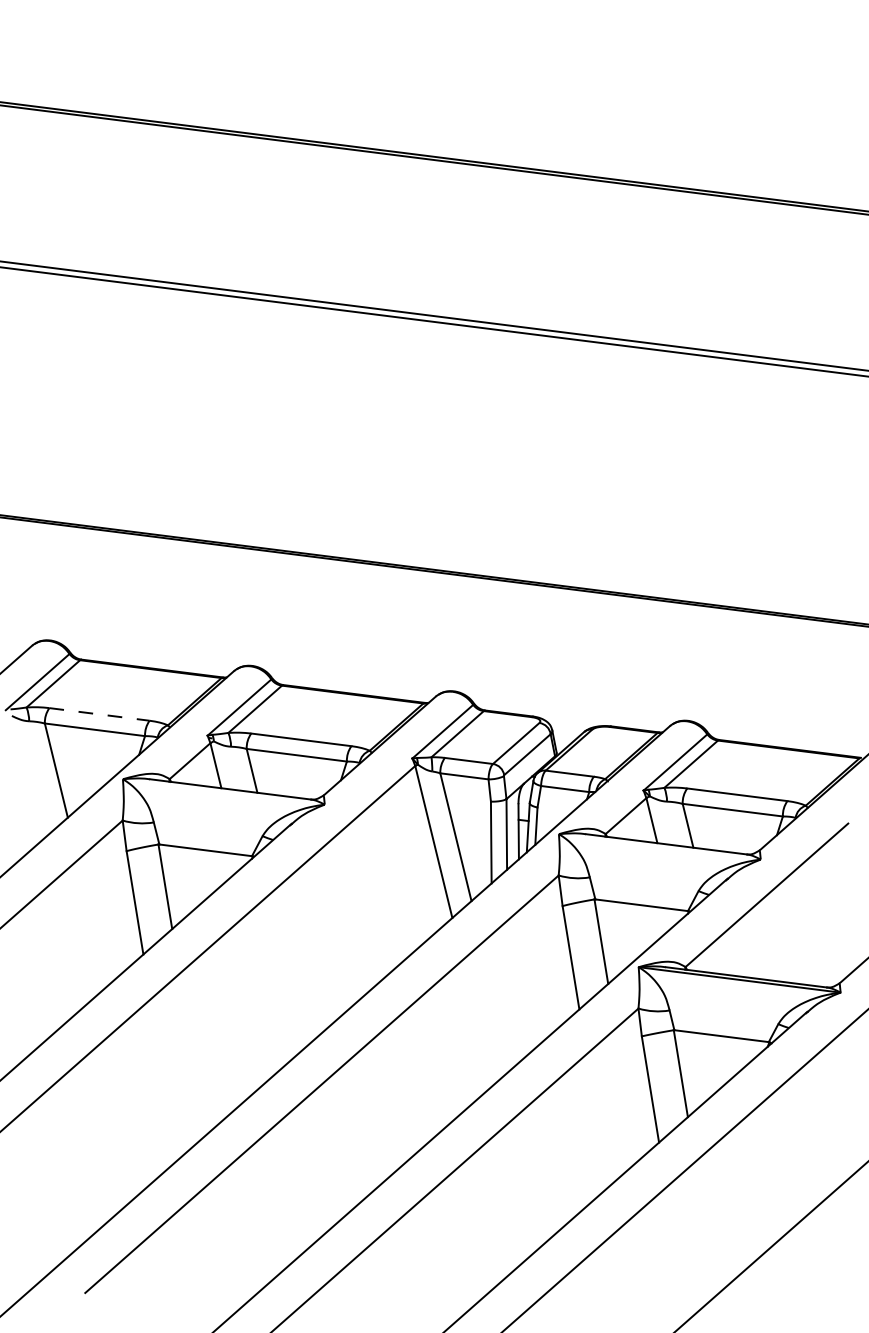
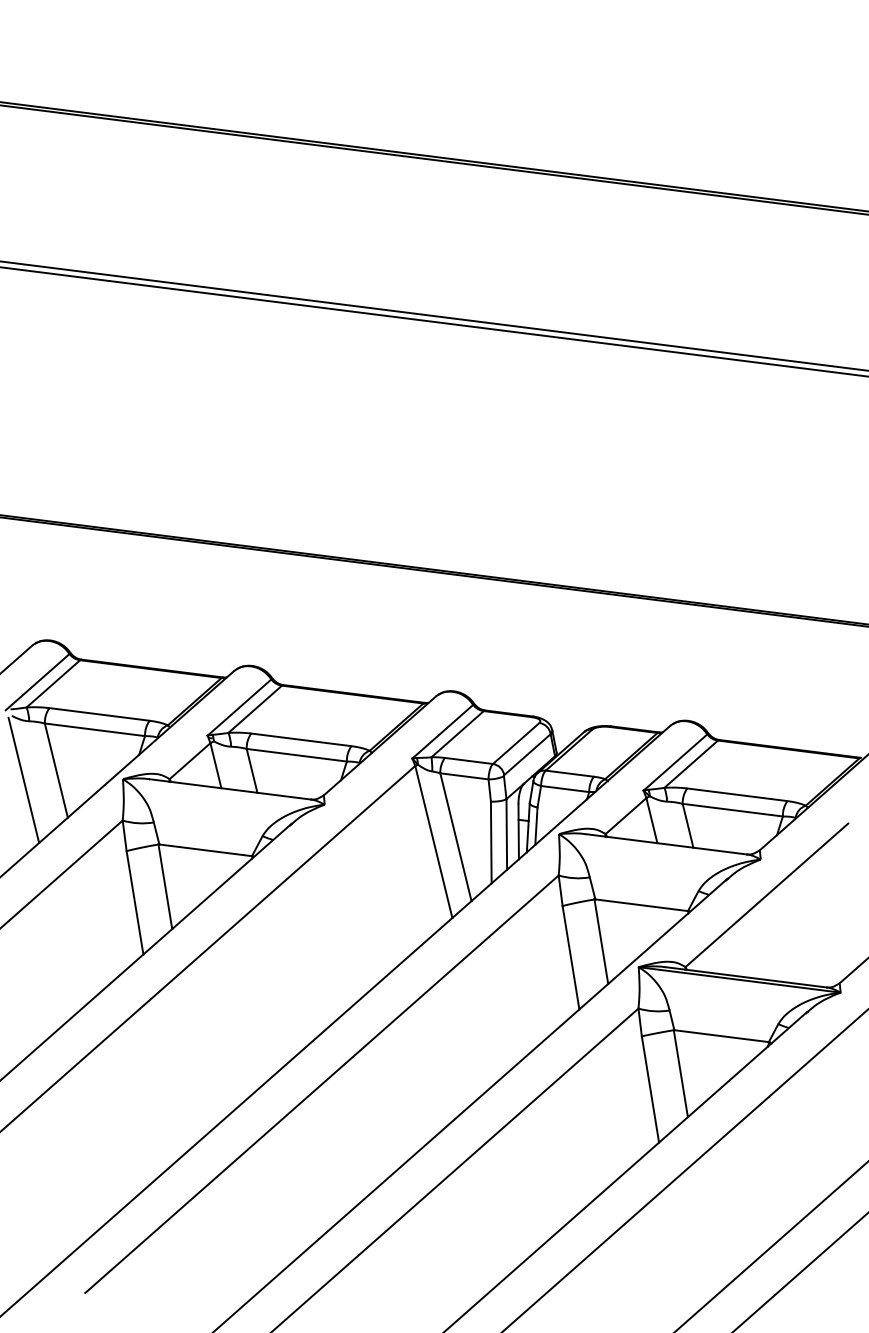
line at (100, 714): dashed -> solid
line at (23, 780): none -> present
line at (800, 1272): none -> present
